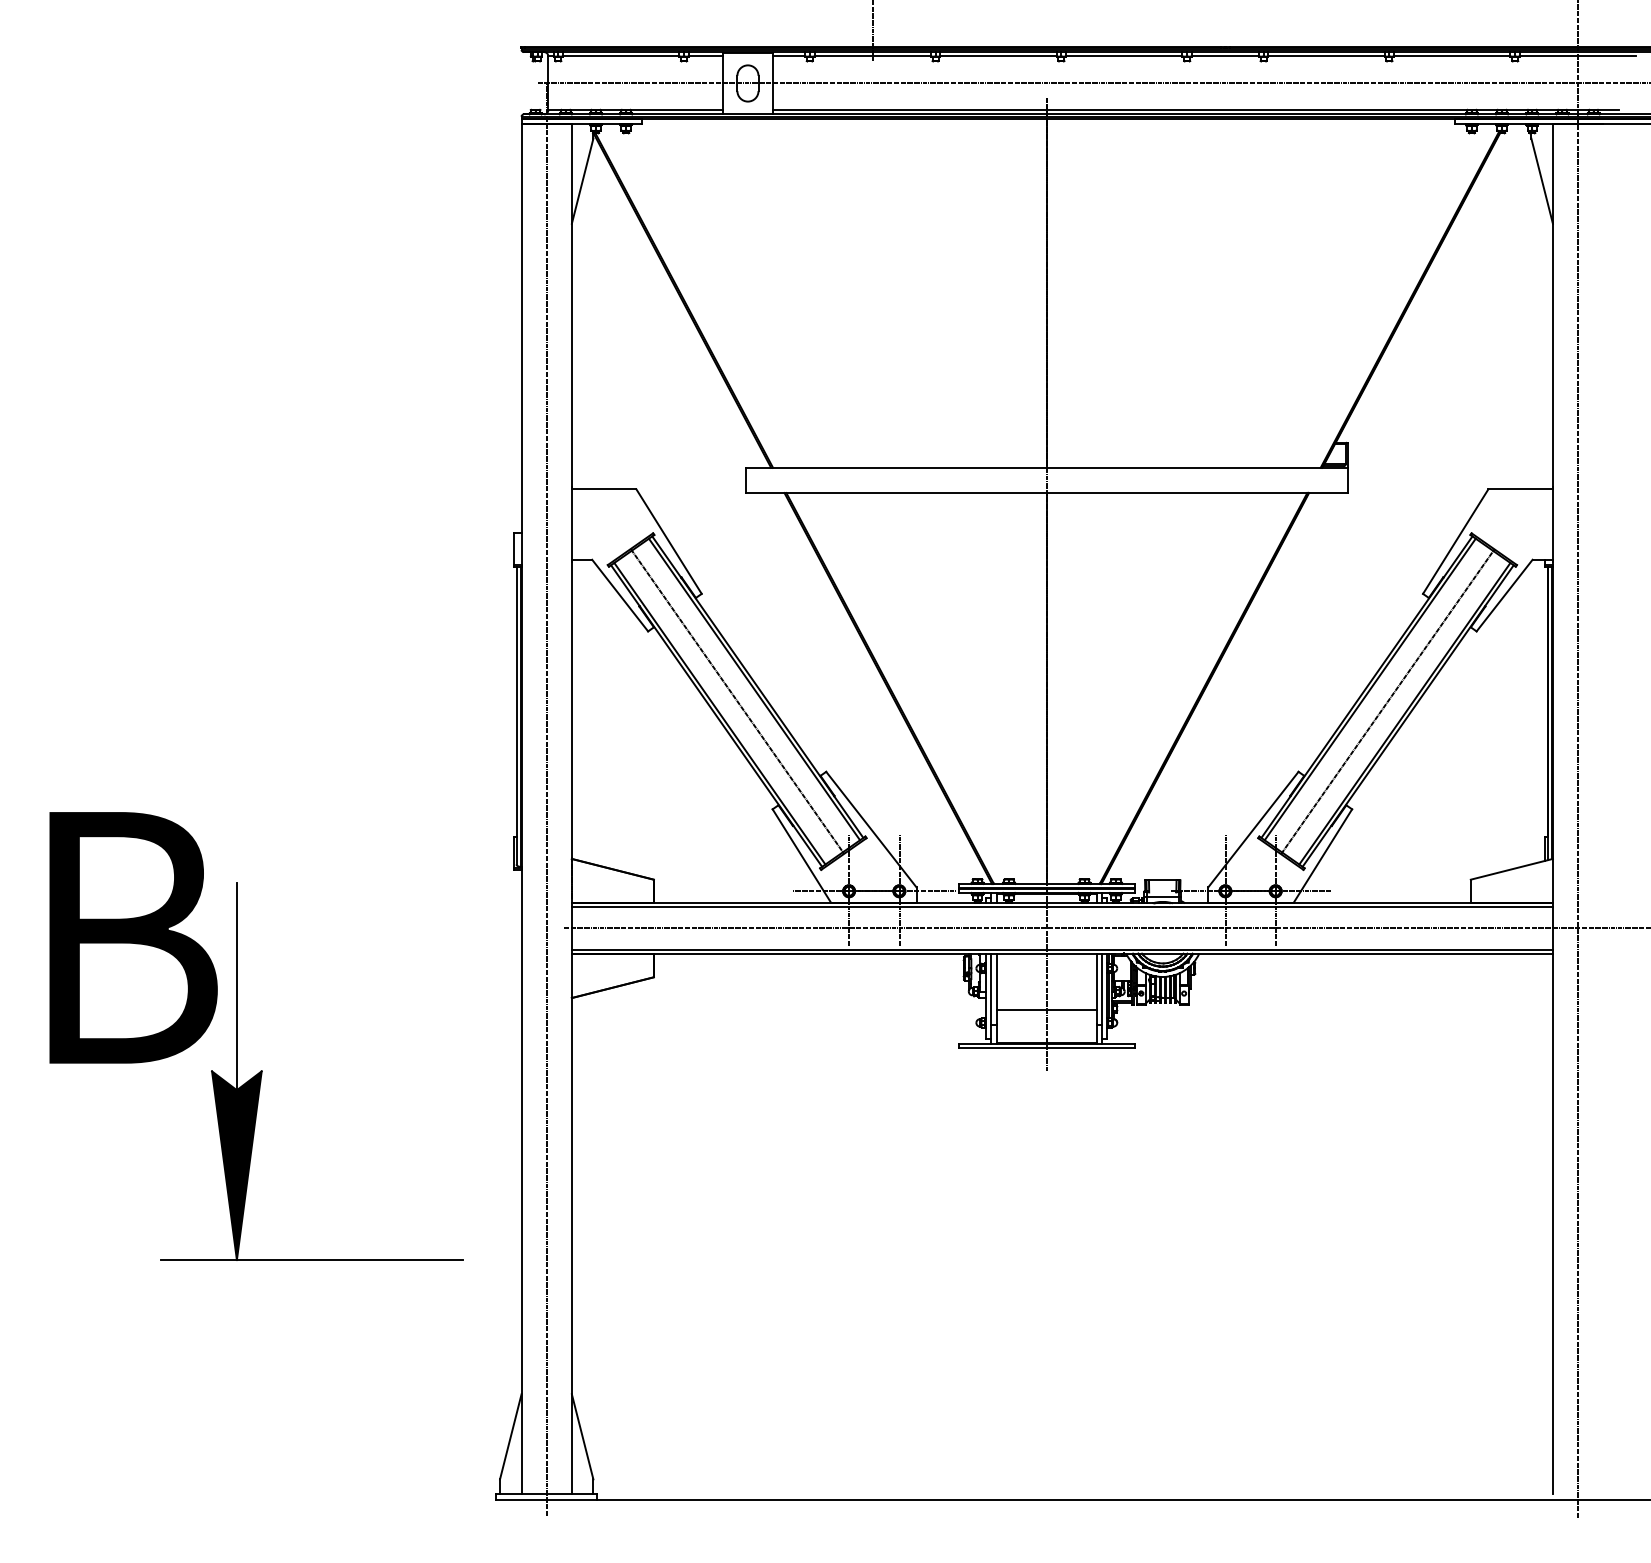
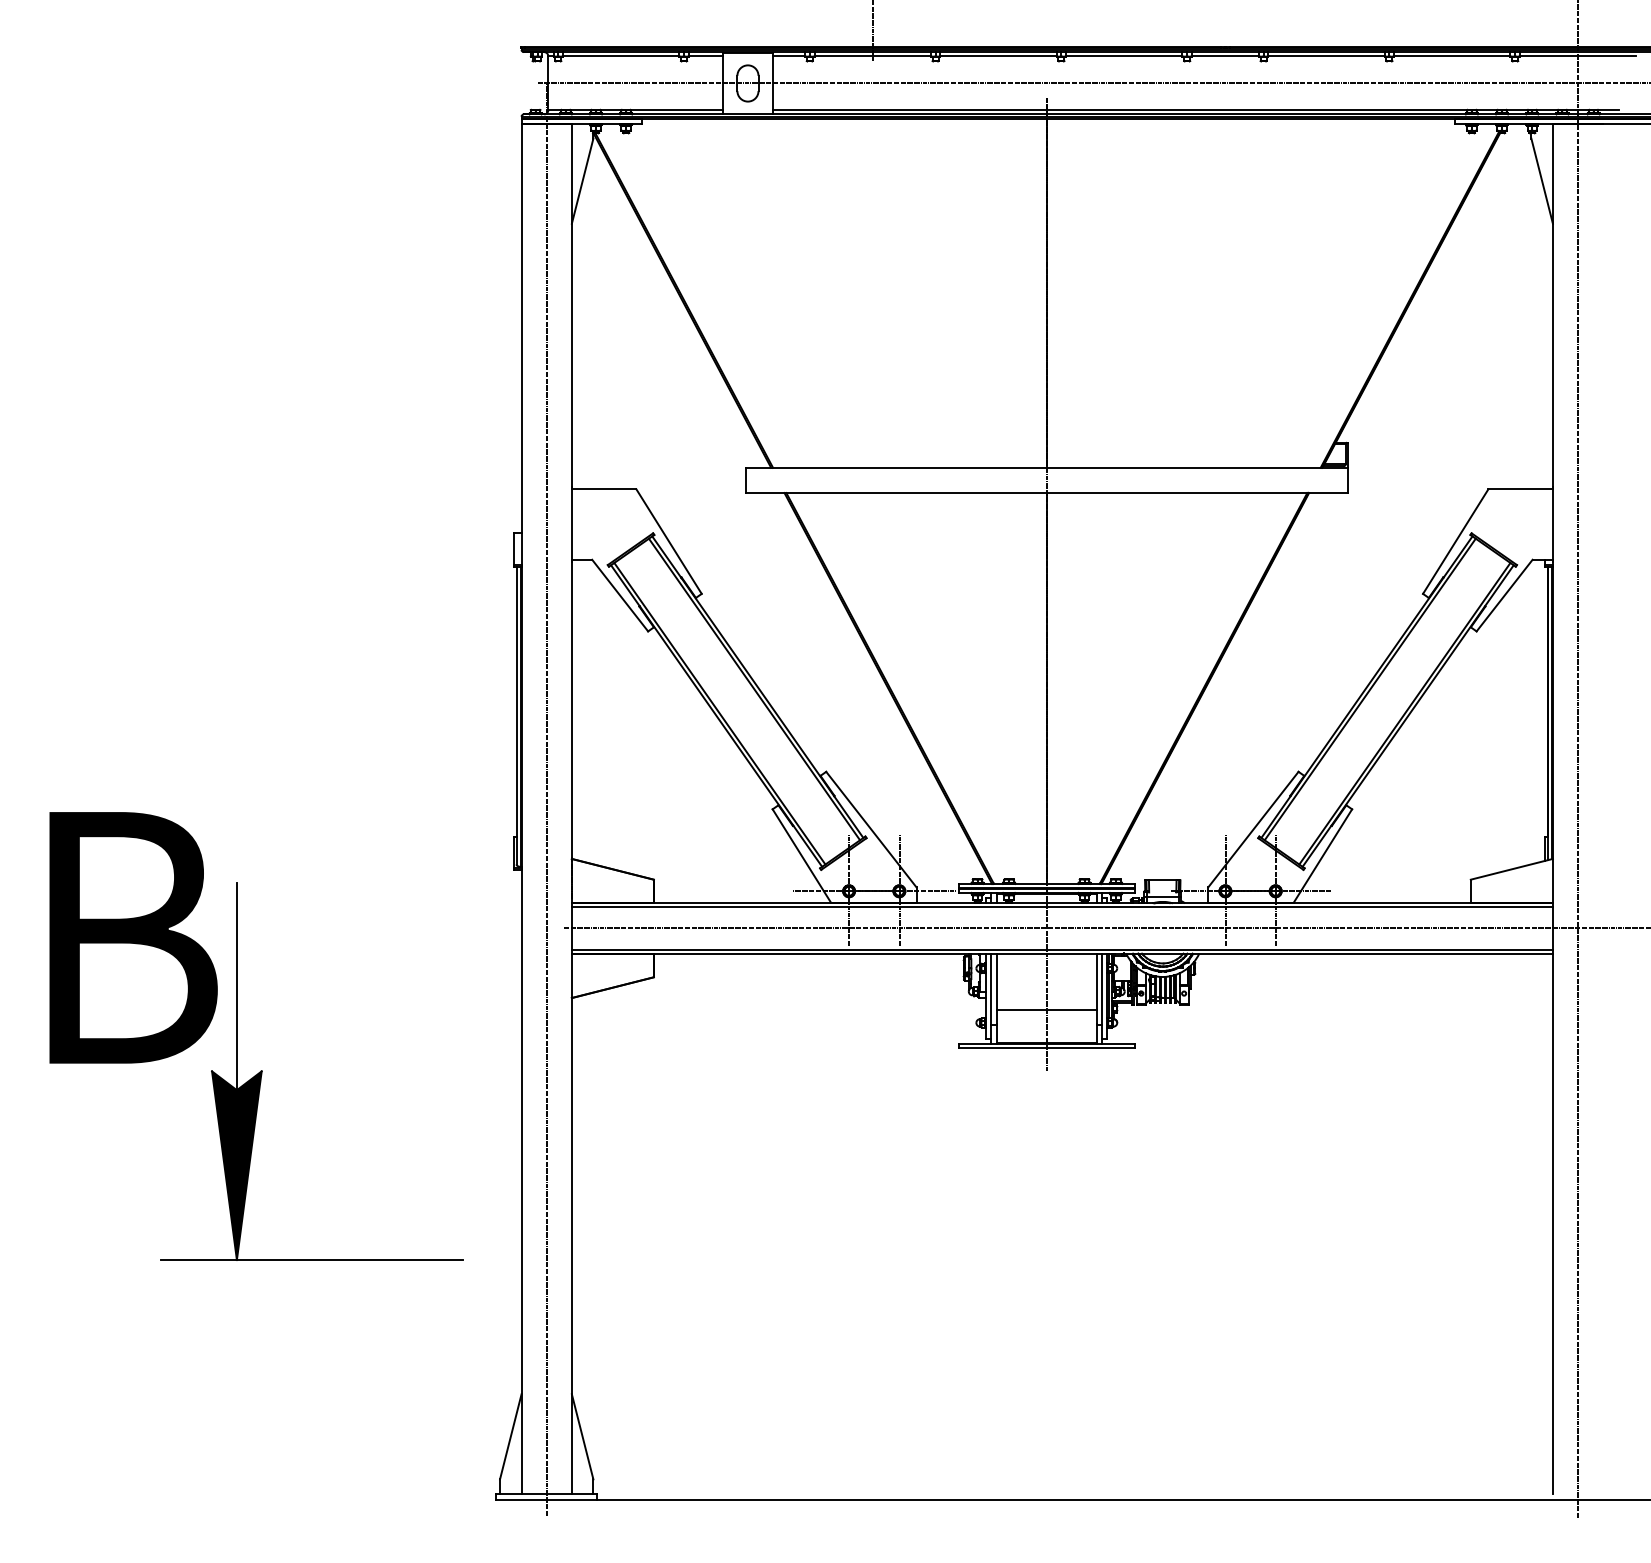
line at (737, 701): present -> none
line at (1387, 701): present -> none
